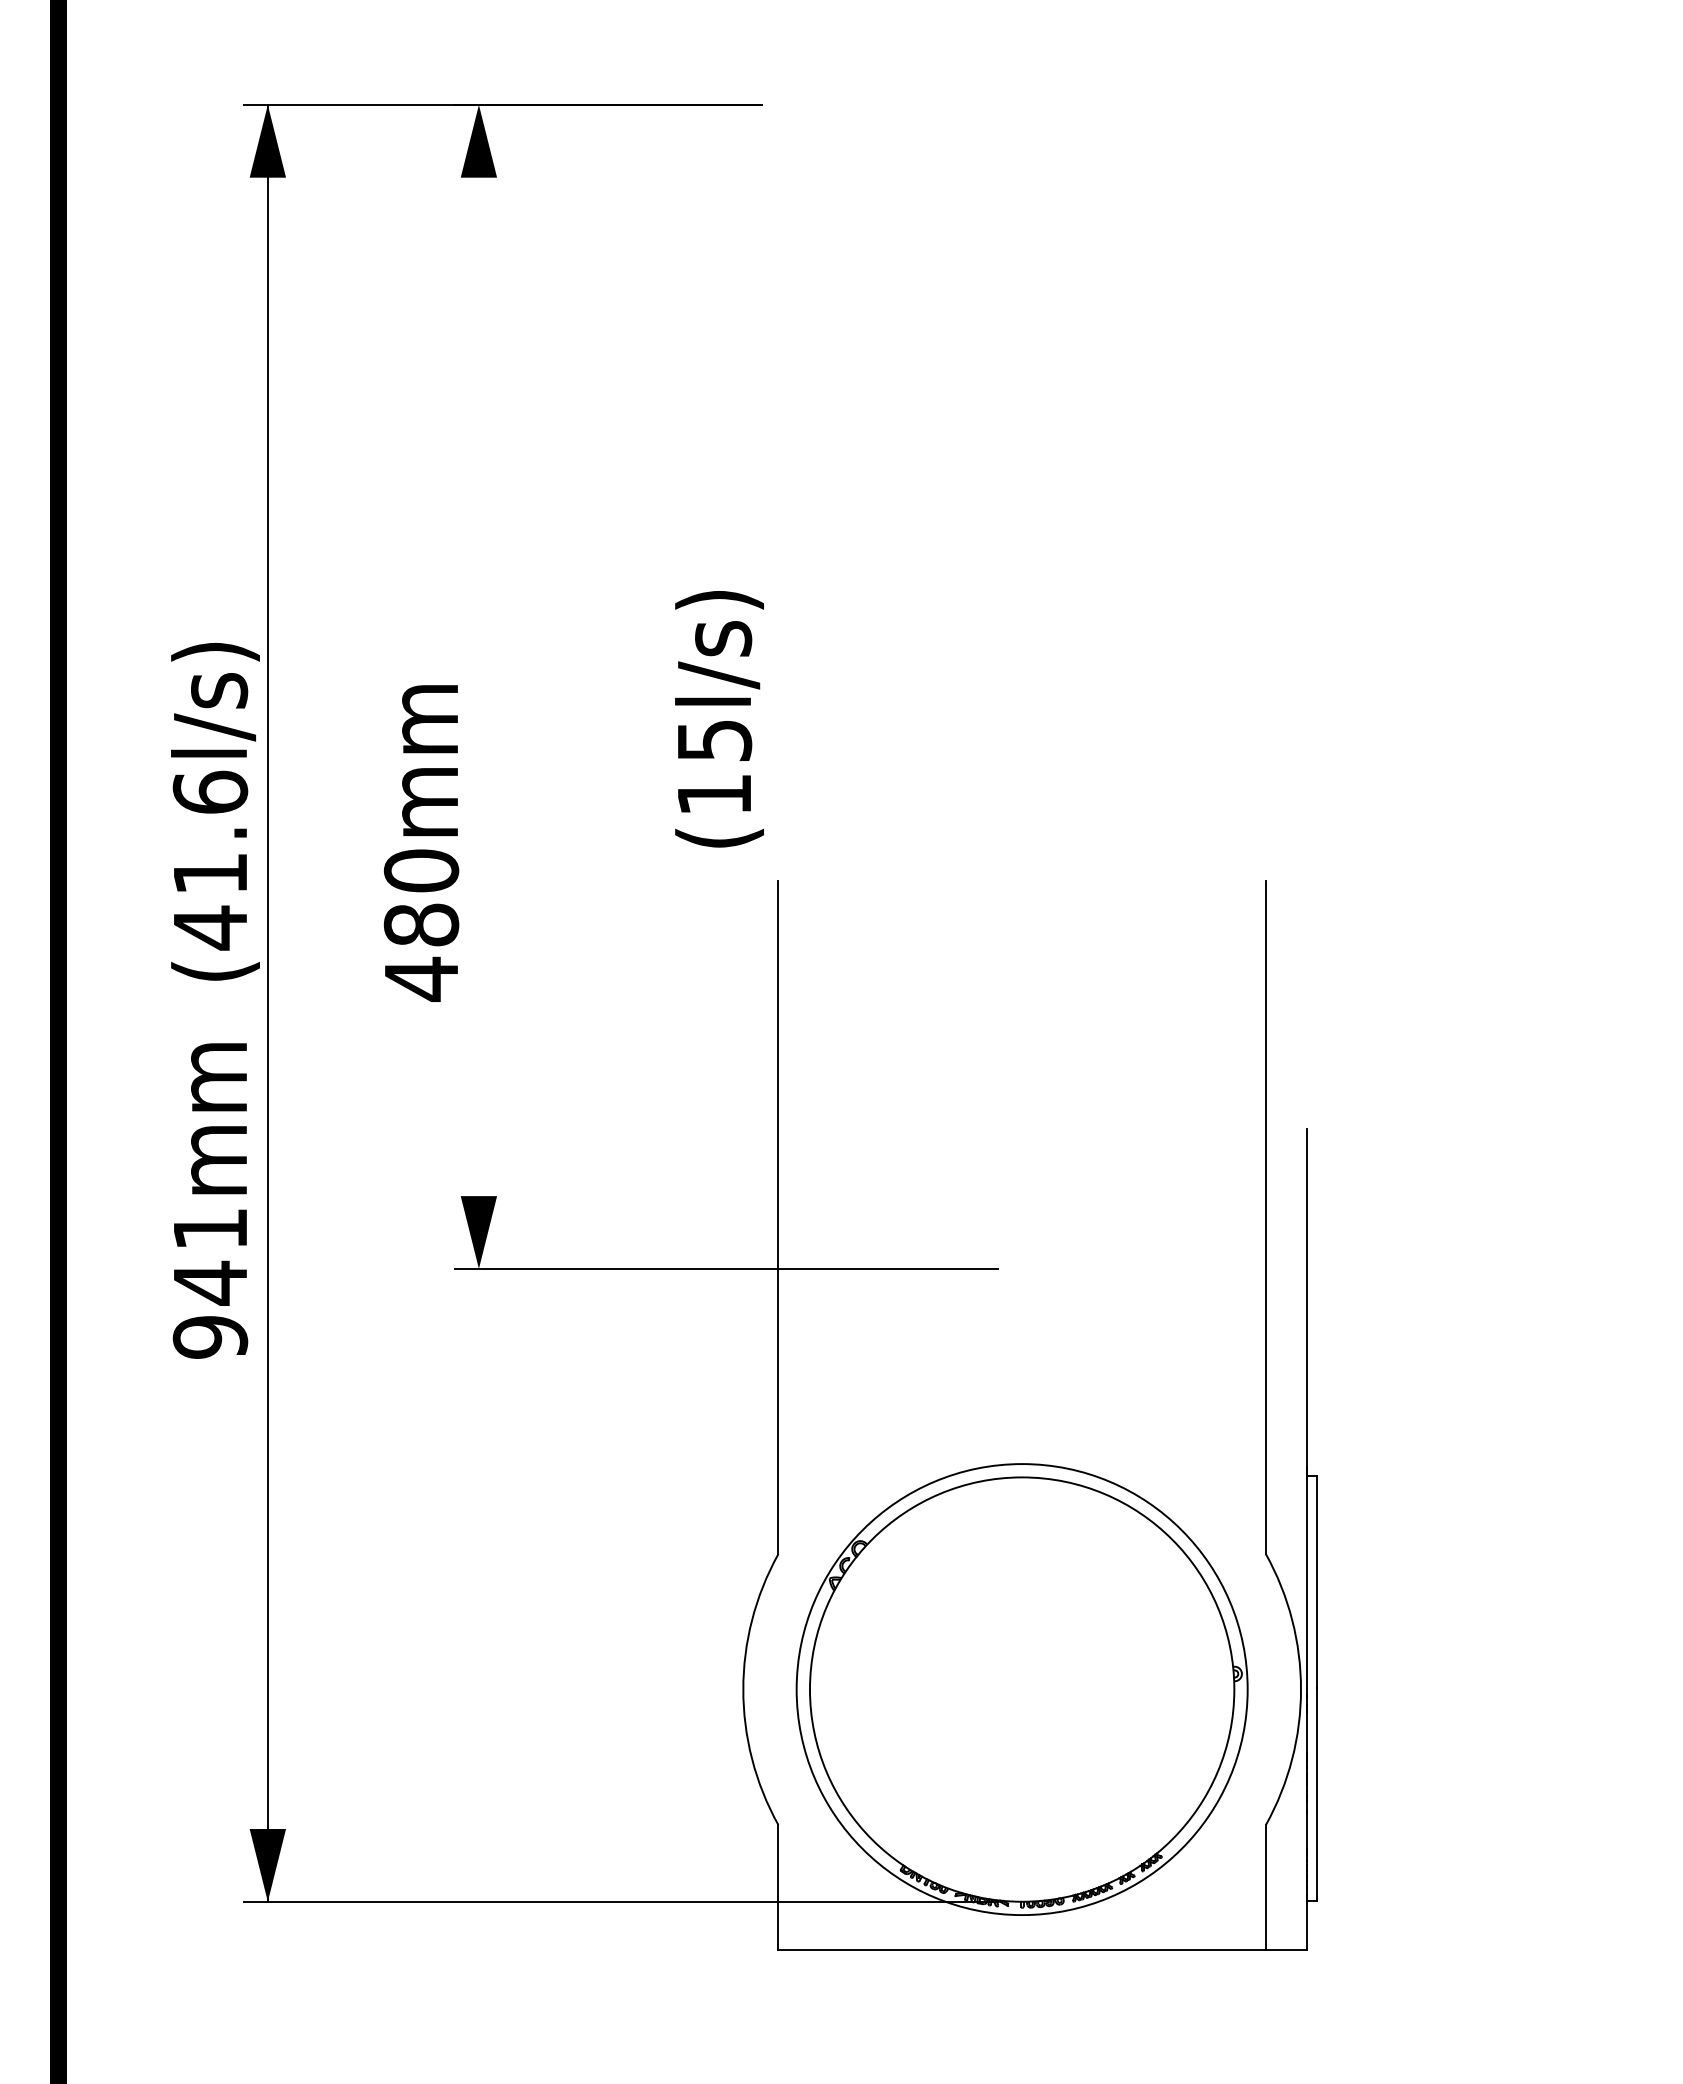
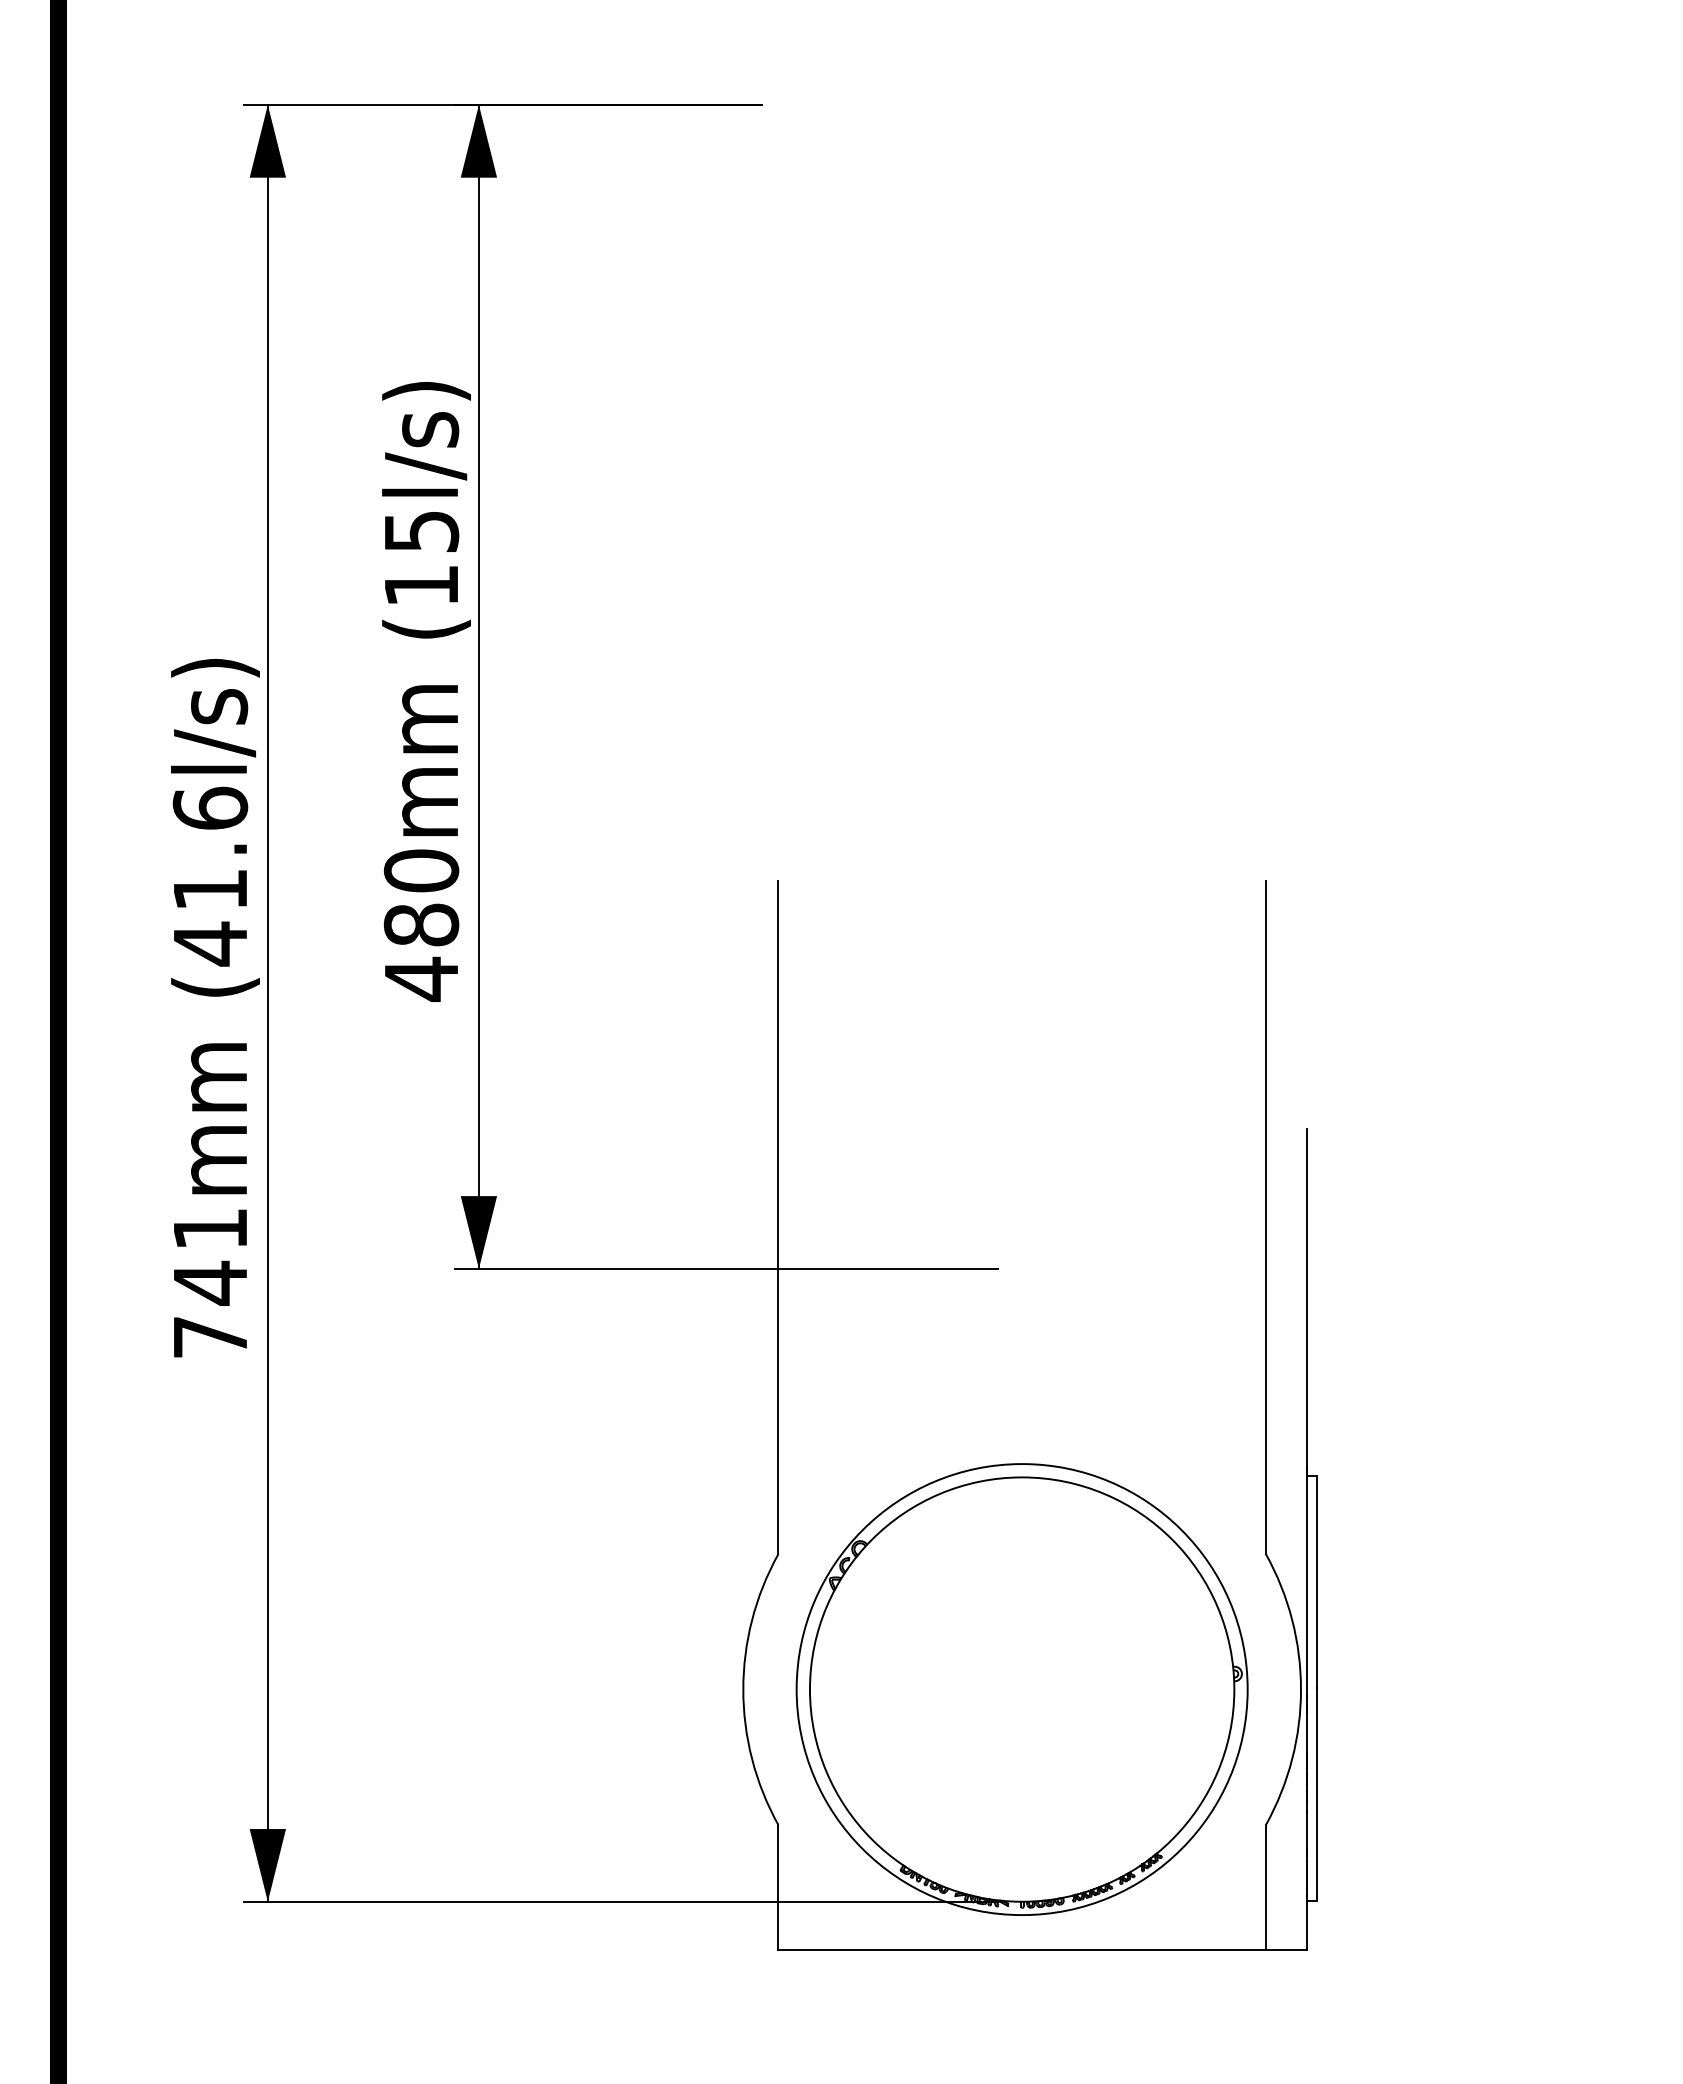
line at (478, 686): none -> present
text at (719, 719) position: (719, 719) -> (426, 510)
text at (215, 811) position: (215, 811) -> (215, 827)
text at (210, 1337): 941mm -> 741mm
